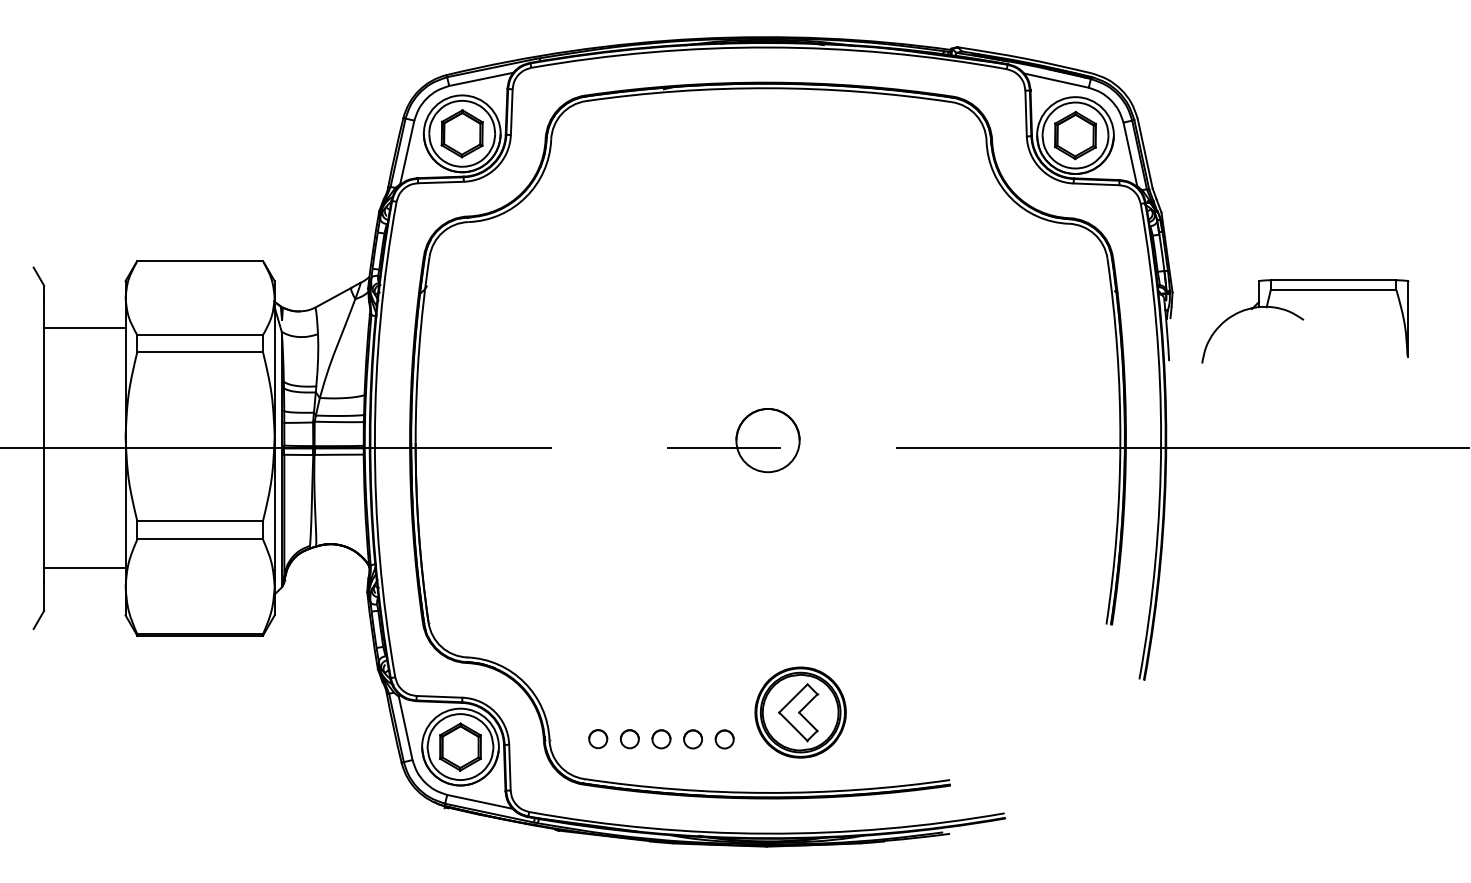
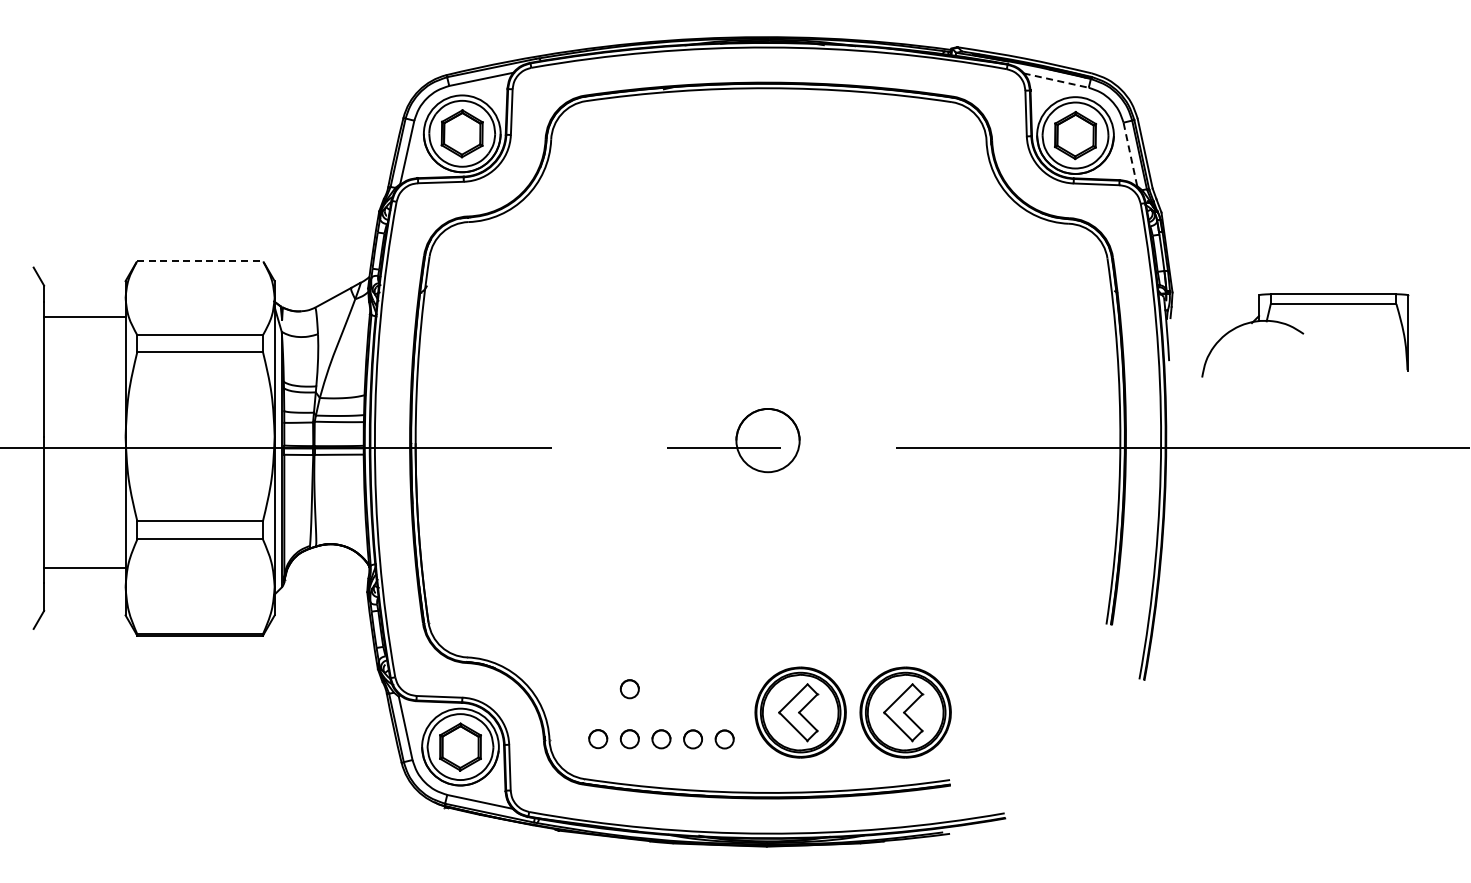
line at (1056, 80): solid -> dashed
line at (1130, 153): solid -> dashed
line at (200, 260): solid -> dashed
part at (1305, 321) position: (1305, 321) -> (1305, 335)
line at (84, 328) position: (84, 328) -> (84, 317)
circle at (629, 689): none -> present
part at (905, 712): none -> present
